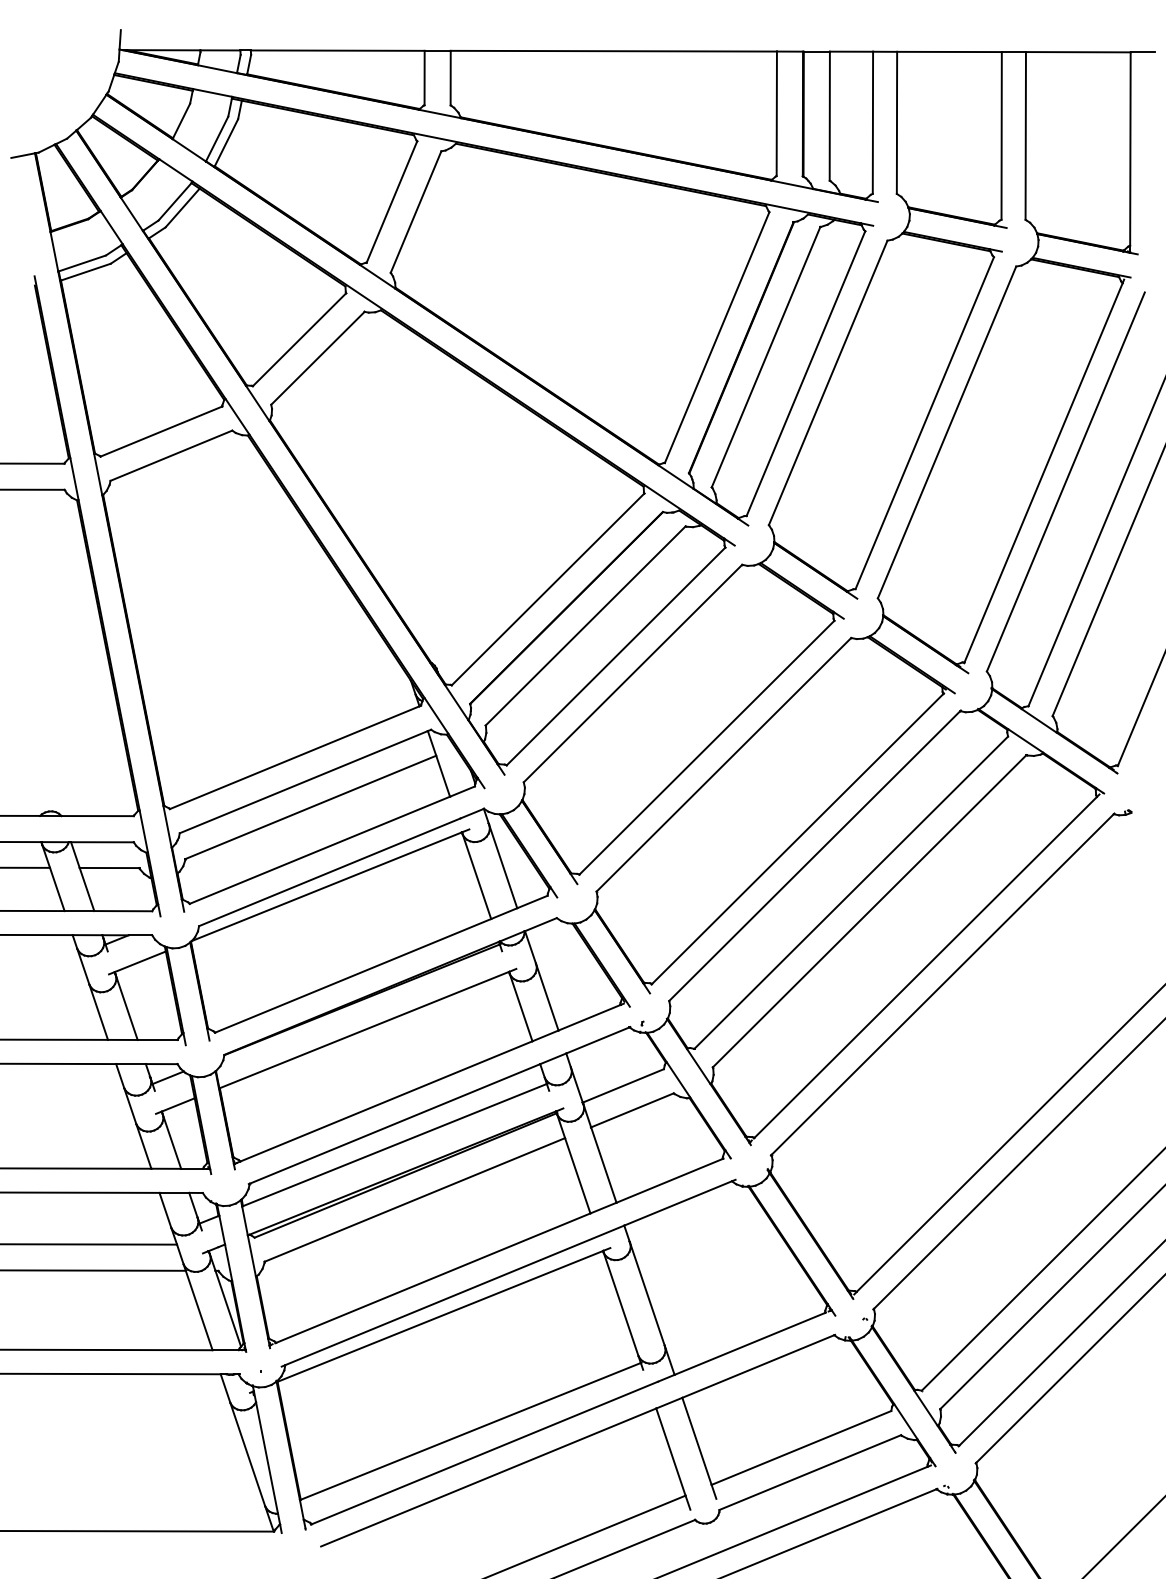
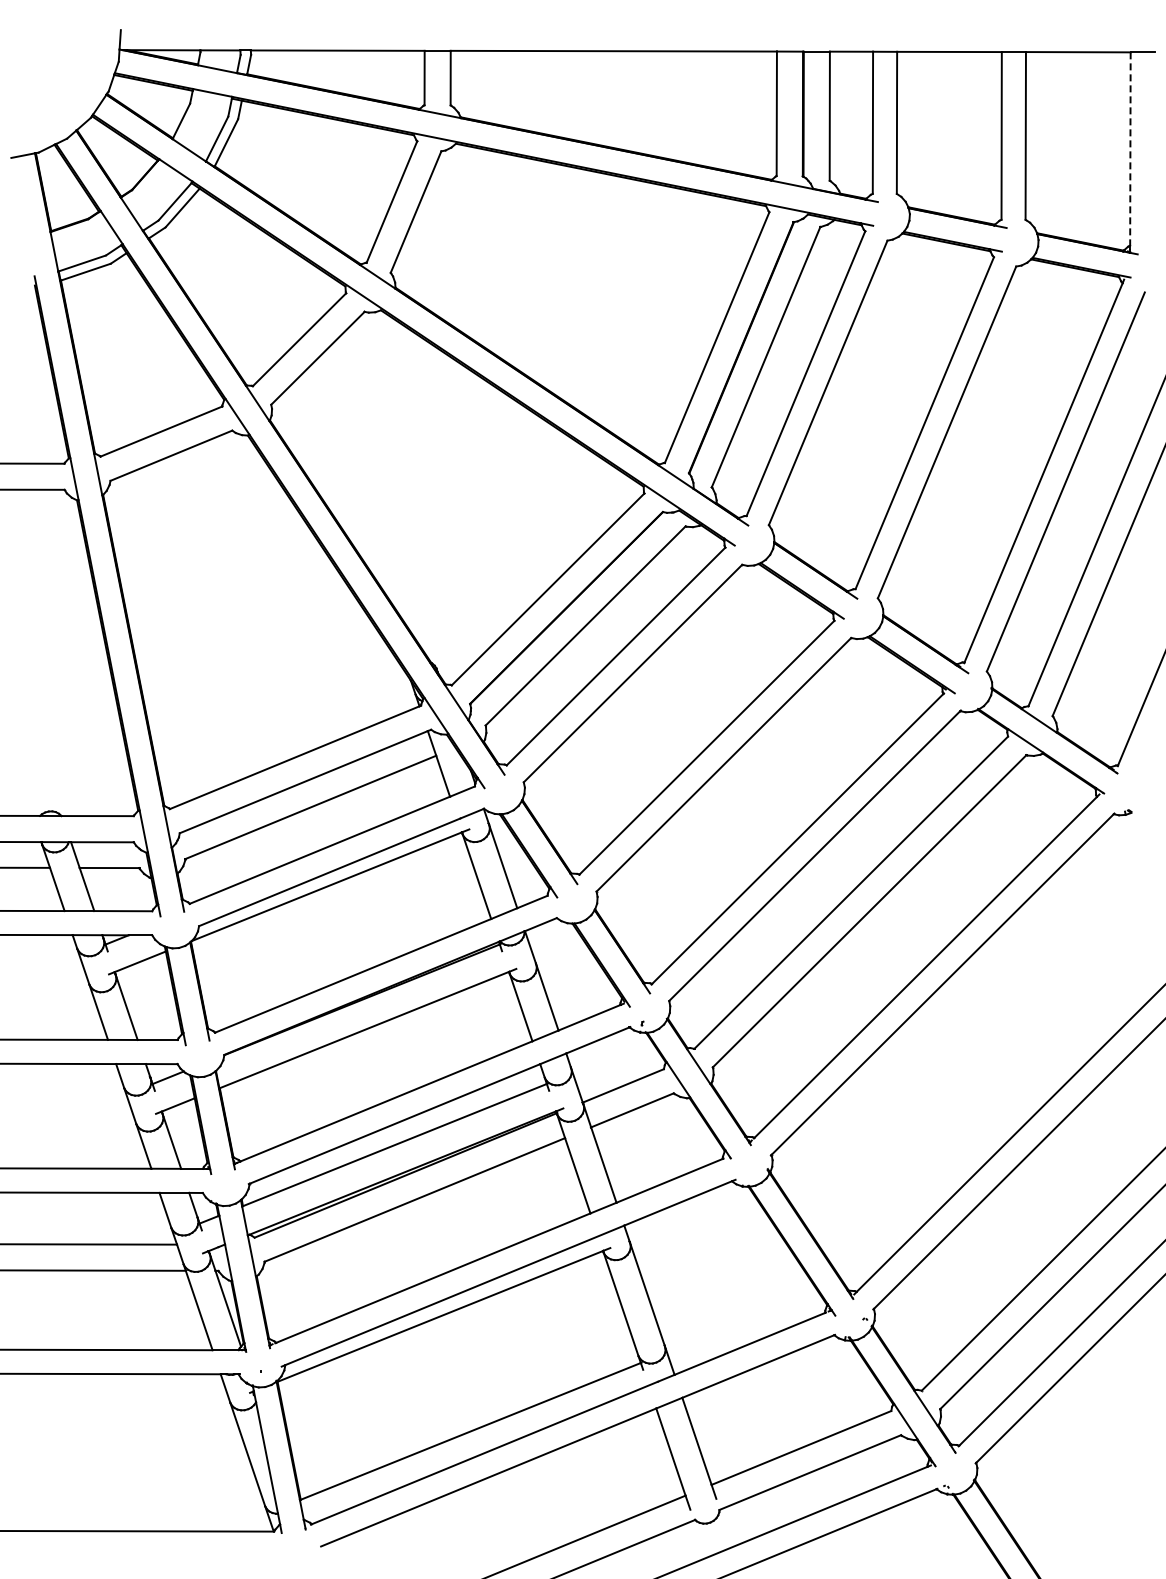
line at (1130, 149): solid -> dashed
line at (1123, 1537): present -> none
